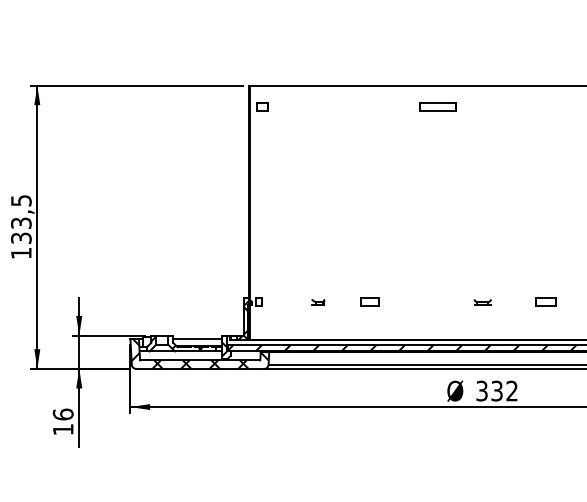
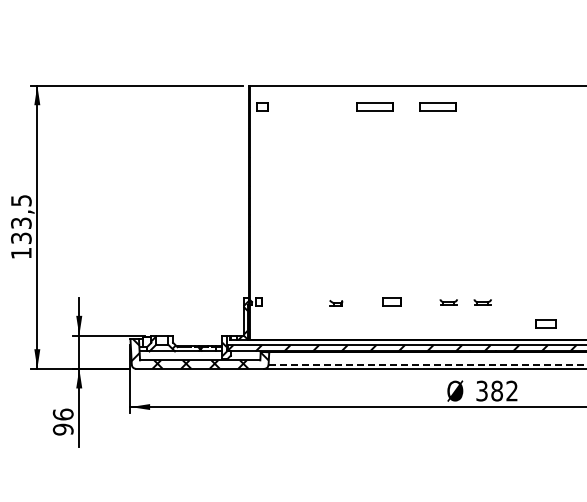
part at (374, 106): none -> present
part at (369, 301) position: (369, 301) -> (391, 301)
part at (545, 301) position: (545, 301) -> (545, 323)
part at (318, 302) position: (318, 302) -> (336, 303)
part at (448, 302): none -> present
line at (197, 339): present -> none
line at (427, 364): solid -> dashed
text at (496, 390): 332 -> 382
text at (62, 429): 16 -> 96
